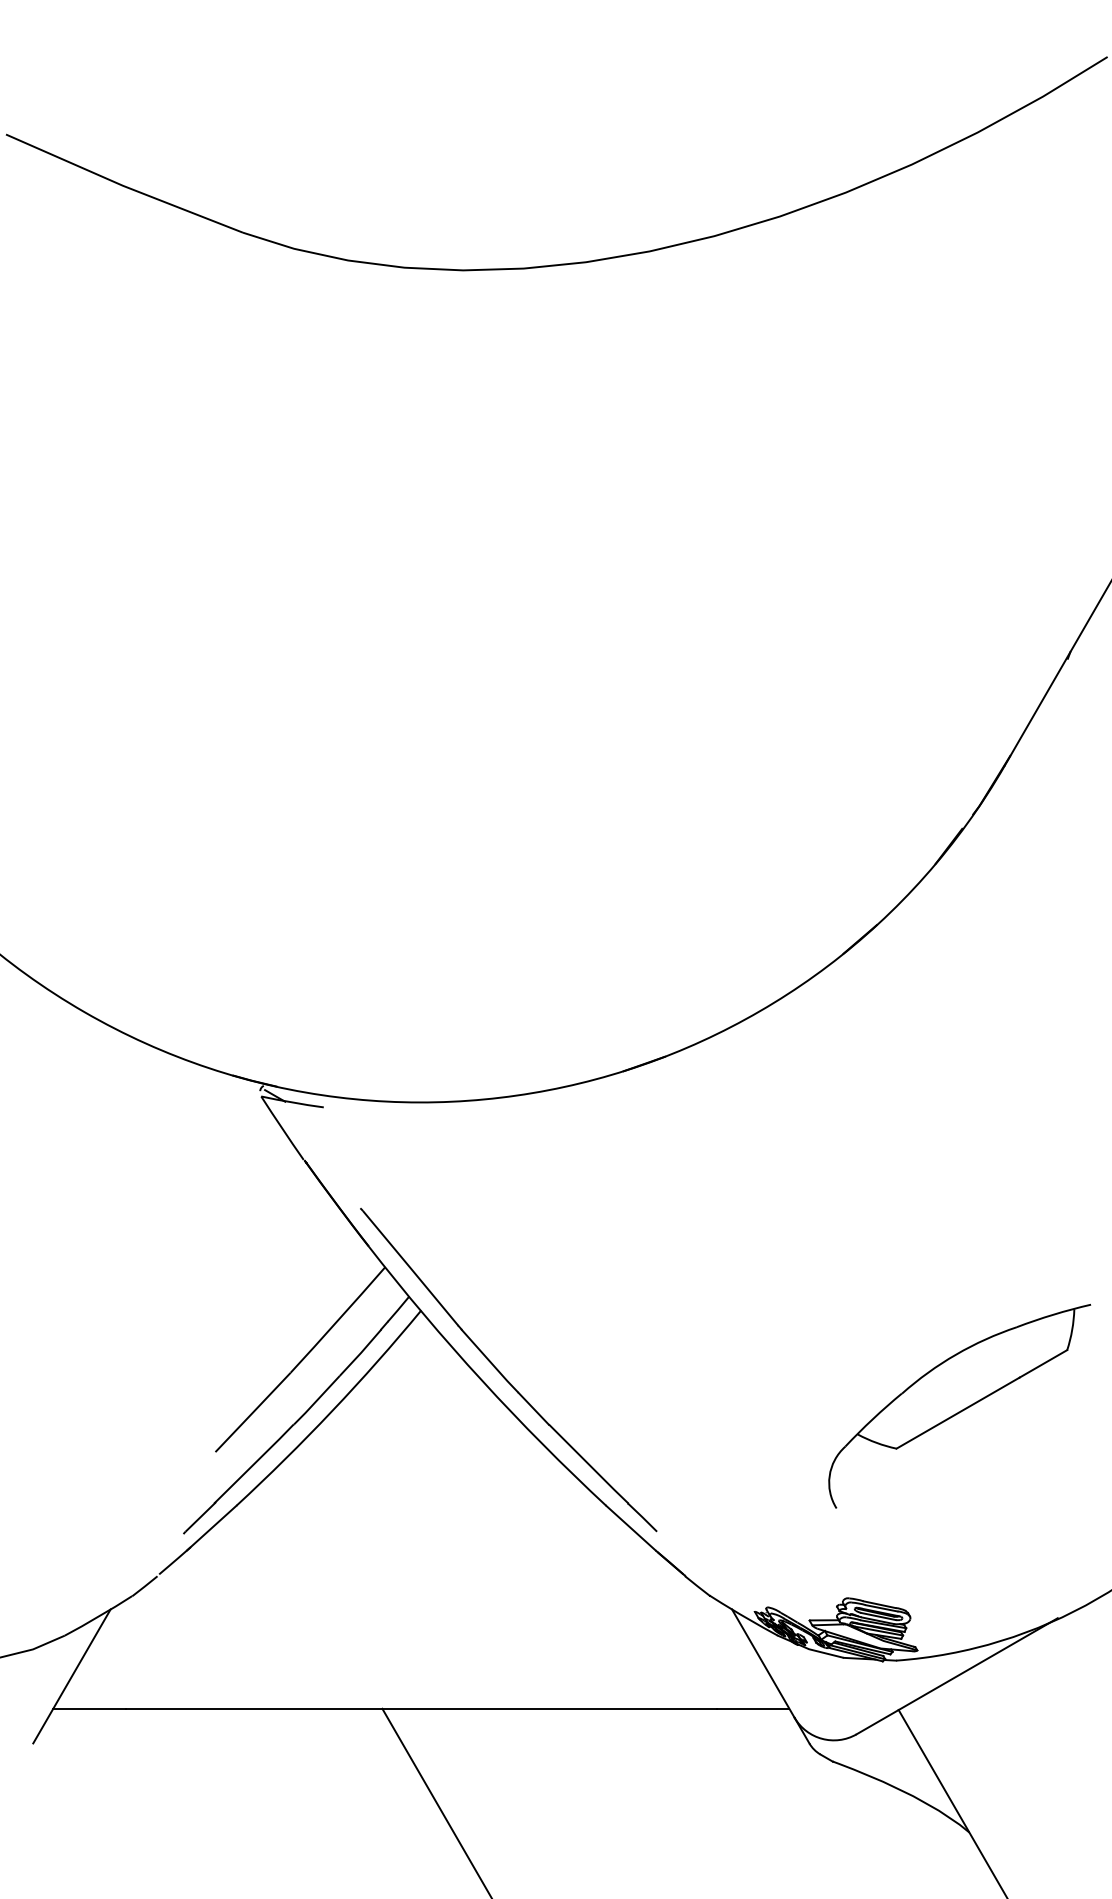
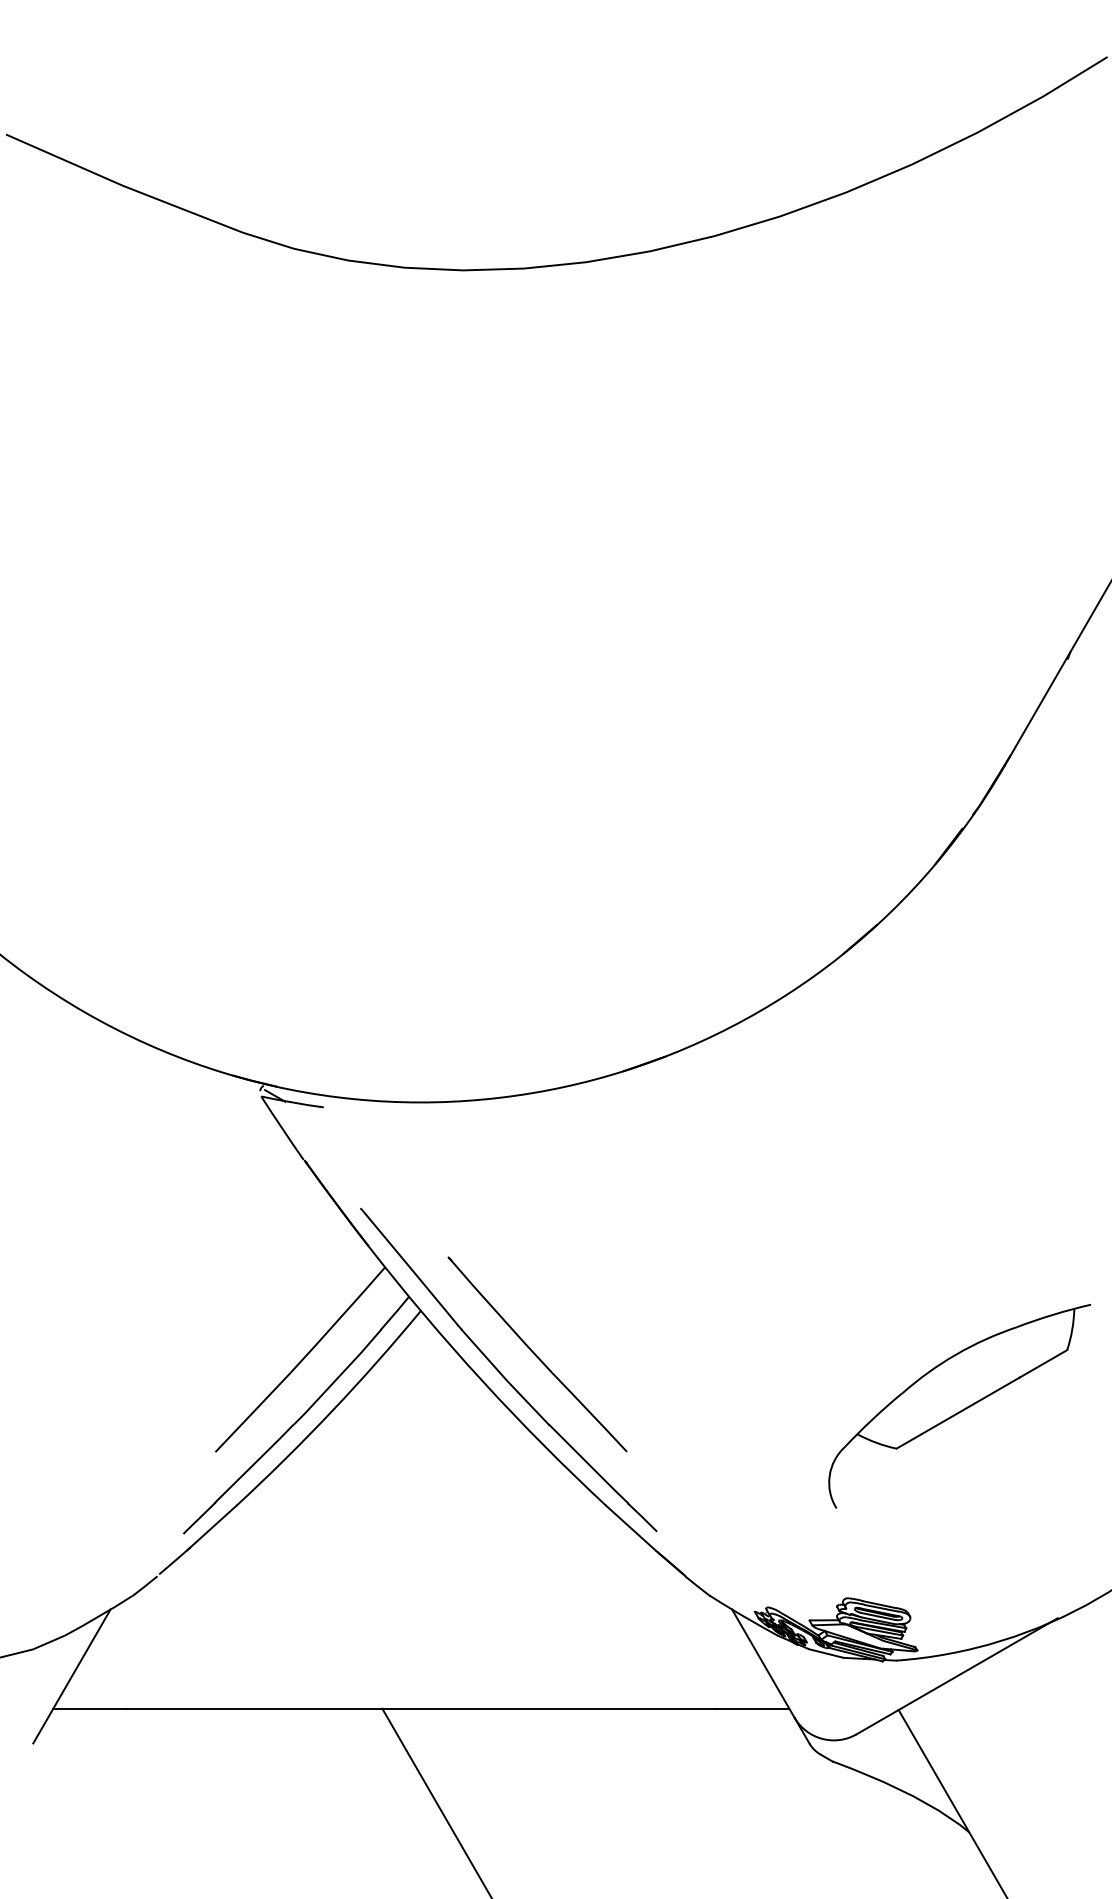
part at (537, 1354): none -> present
